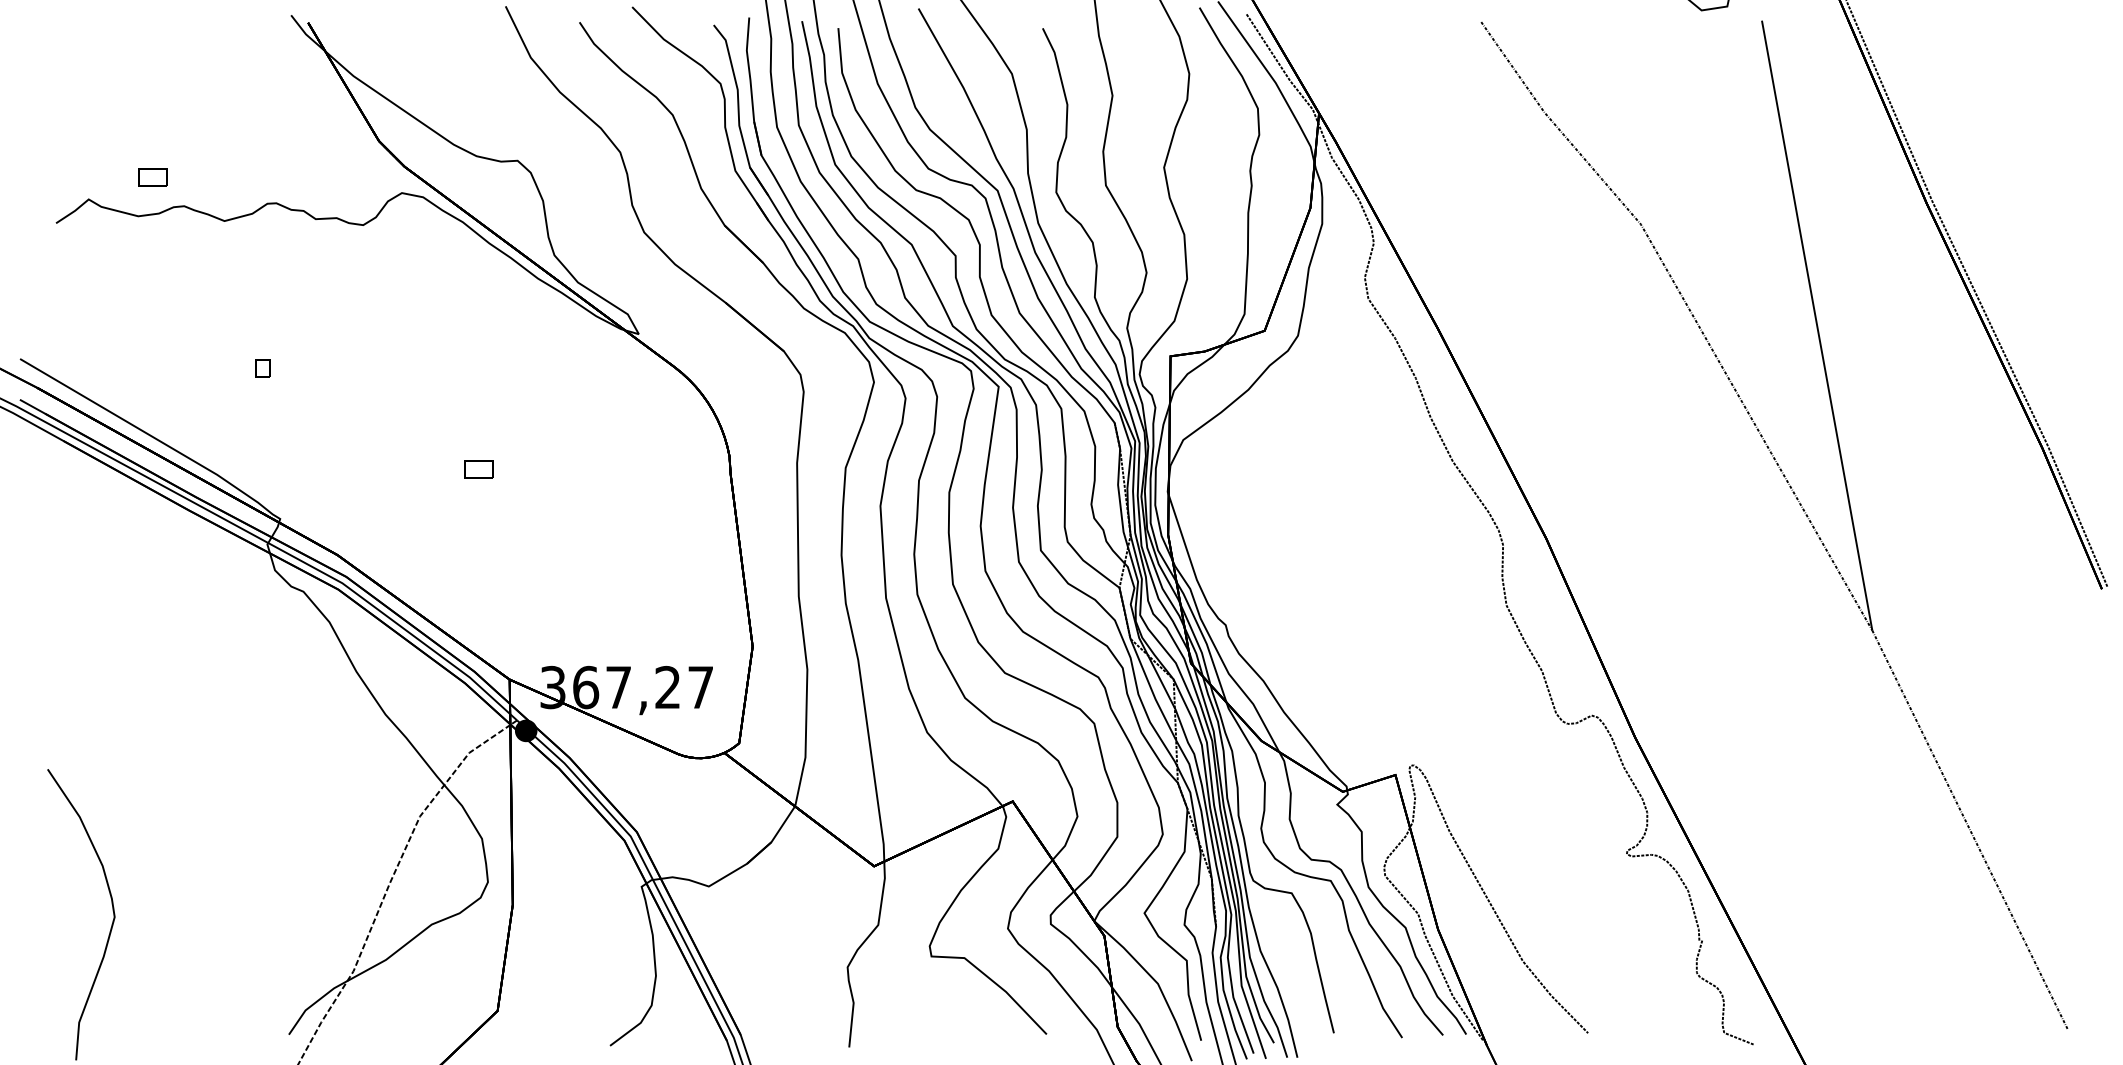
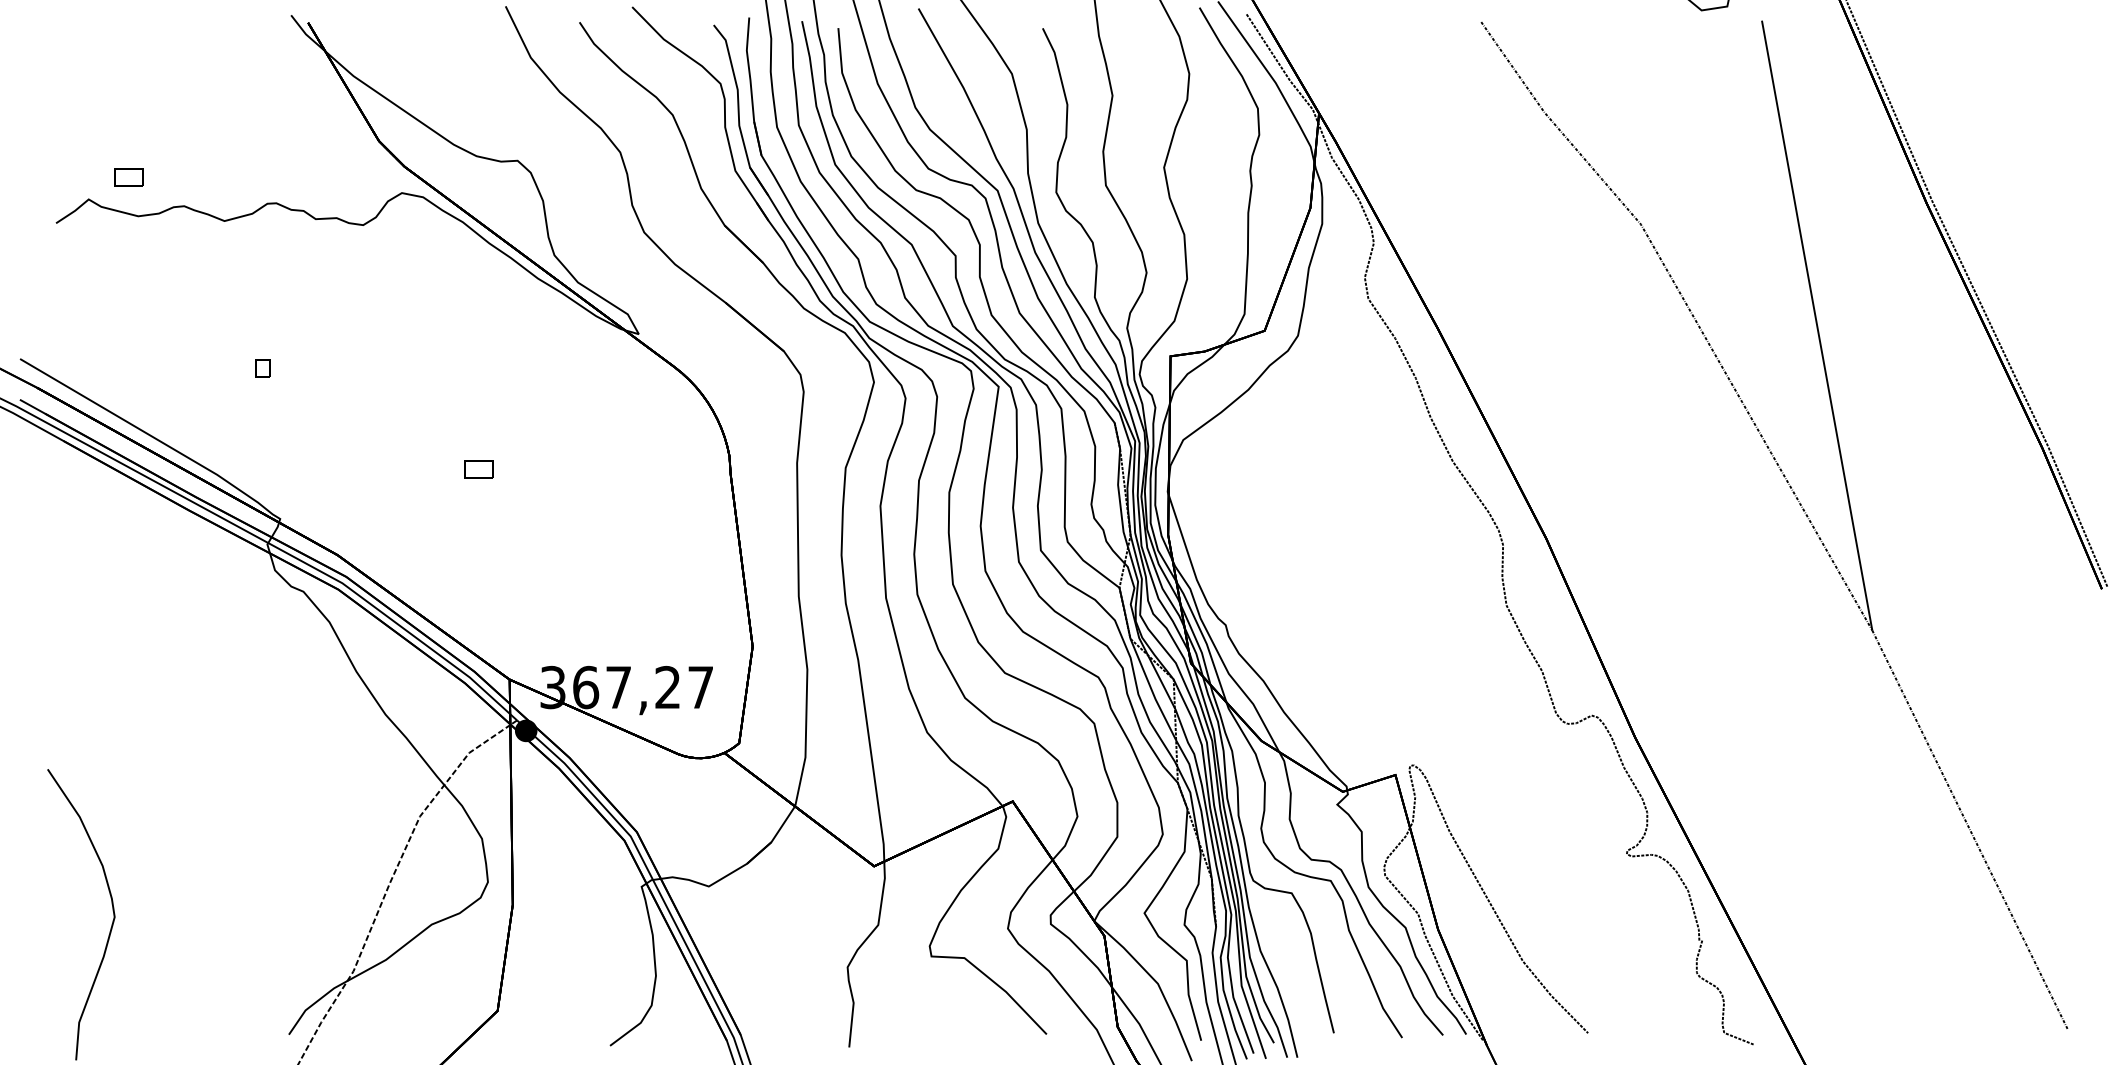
part at (152, 177) position: (152, 177) -> (128, 177)
